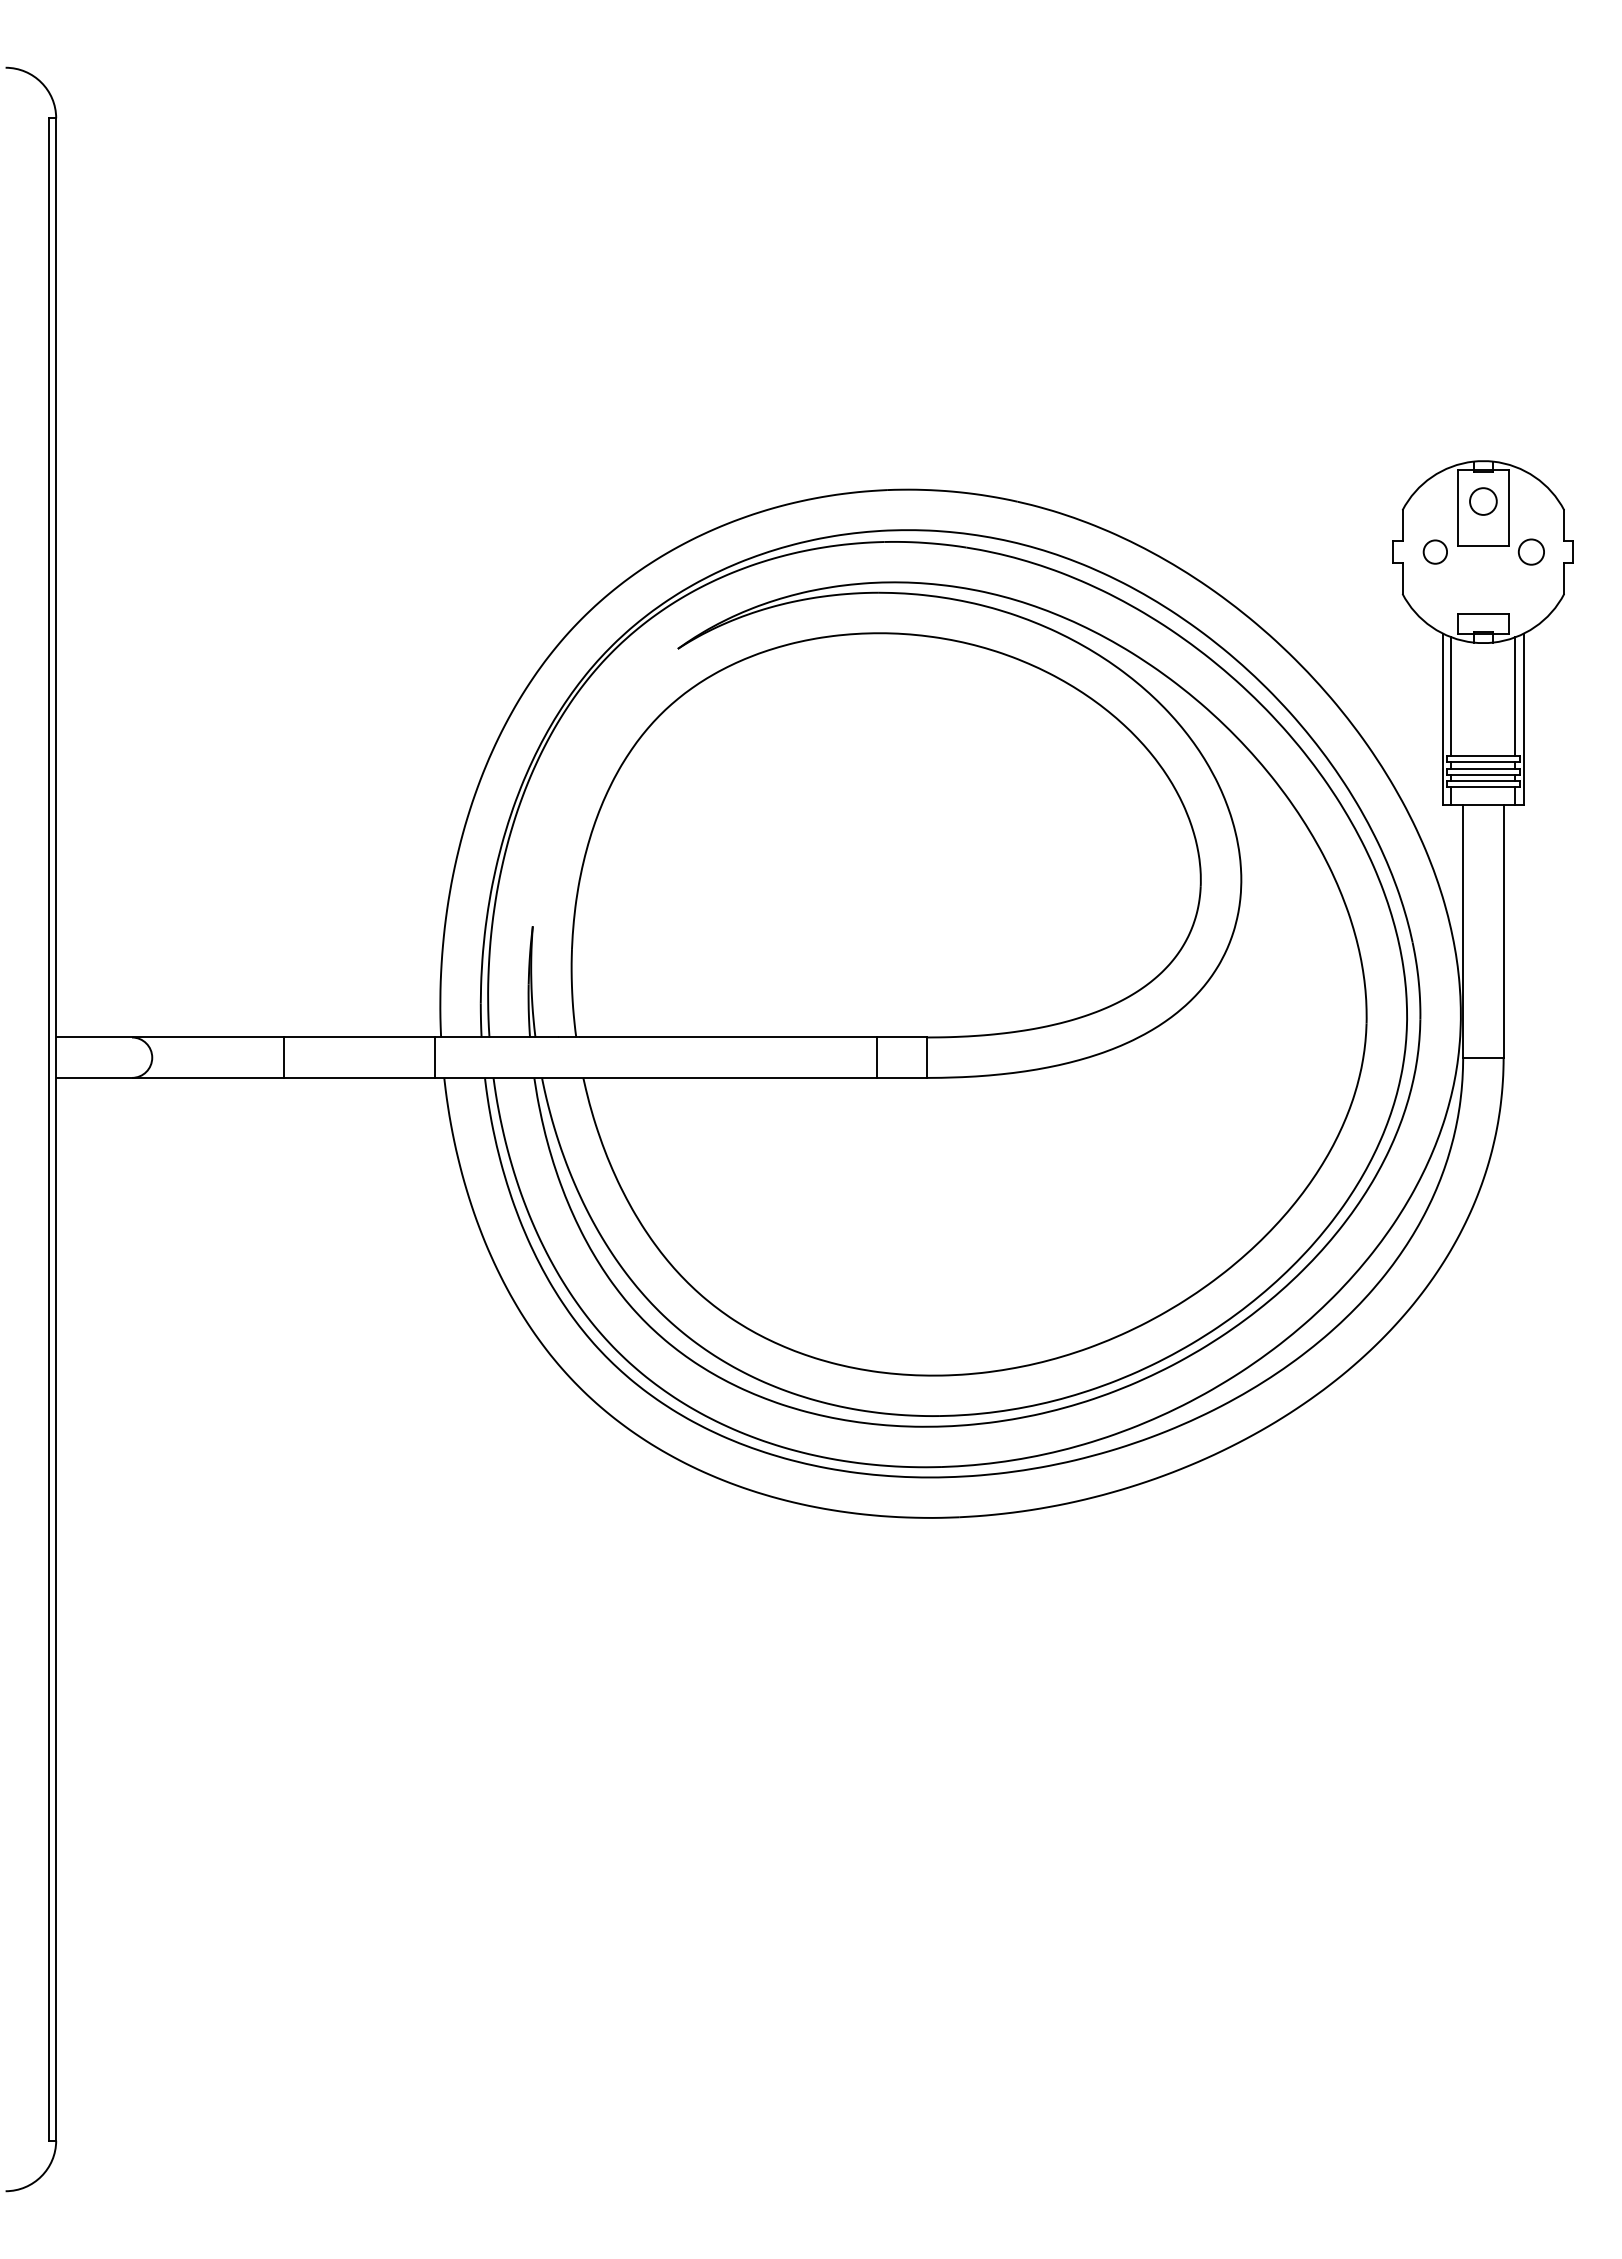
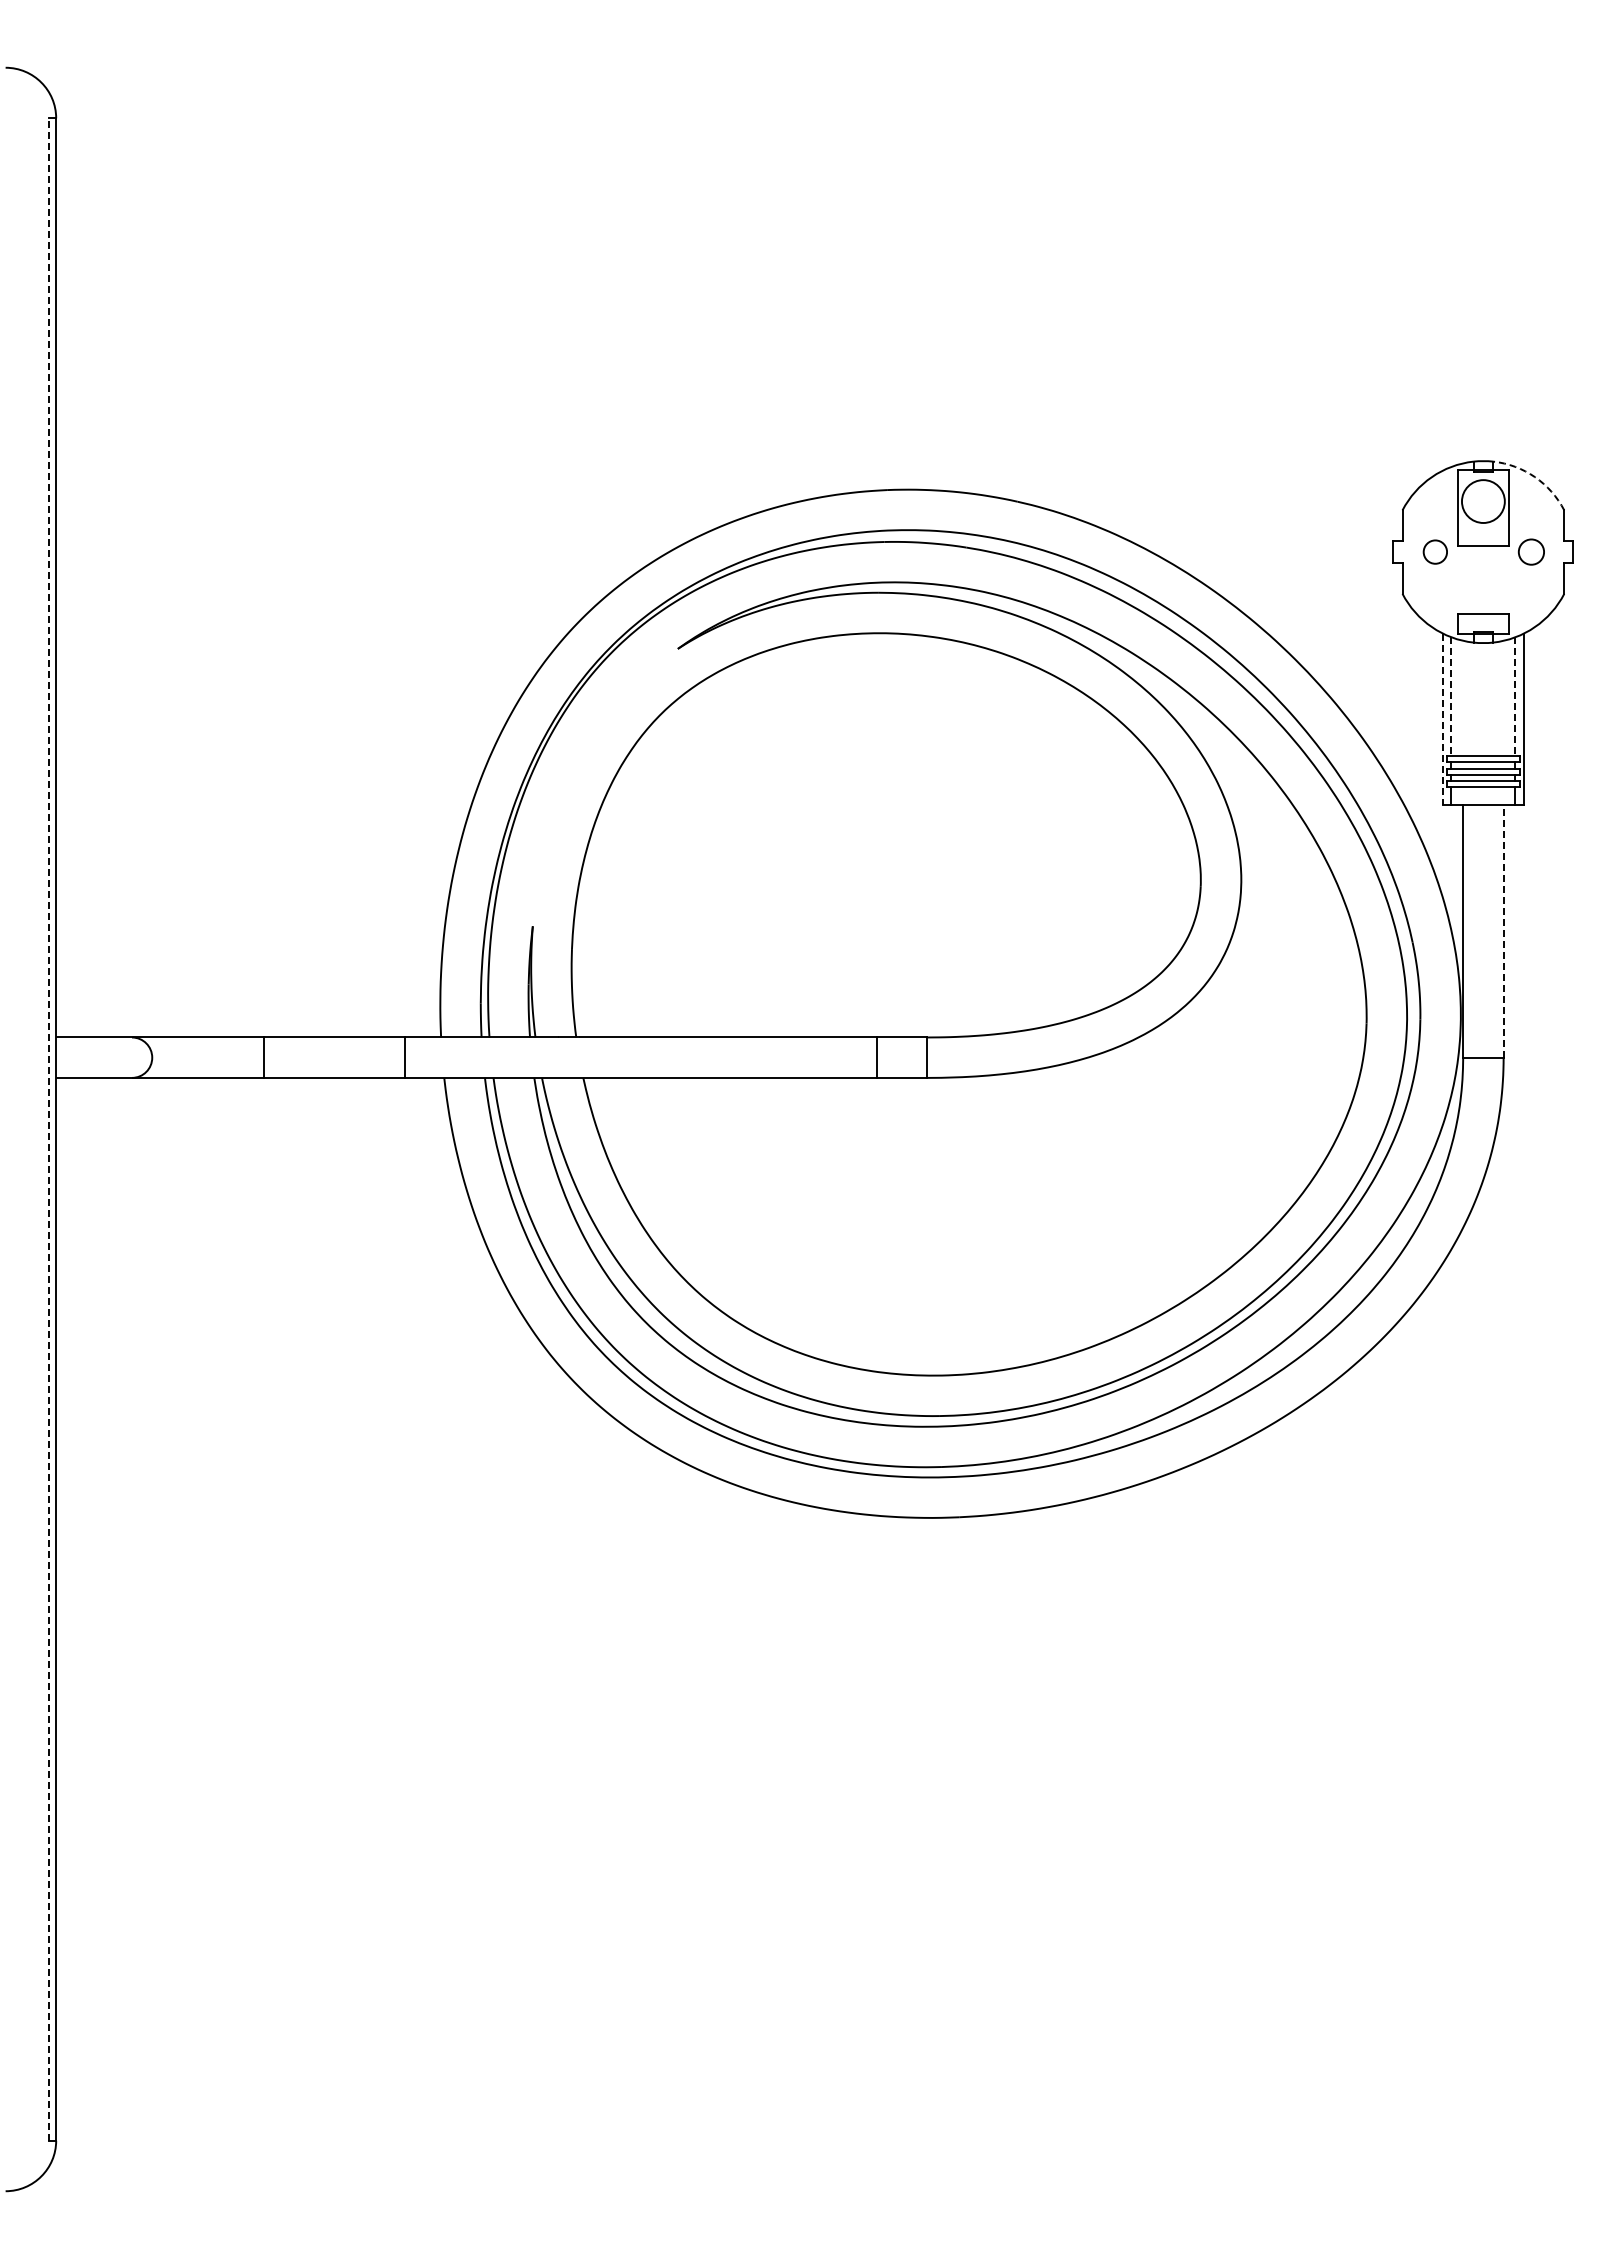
arc at (1534, 477): solid -> dashed
circle at (1483, 501) diameter: 27 px -> 43 px
line at (1451, 697): solid -> dashed
line at (1515, 697): solid -> dashed
line at (1442, 719): solid -> dashed
line at (1503, 930): solid -> dashed
line at (283, 1057) position: (283, 1057) -> (263, 1057)
line at (435, 1057) position: (435, 1057) -> (405, 1057)
line at (48, 1129): solid -> dashed
